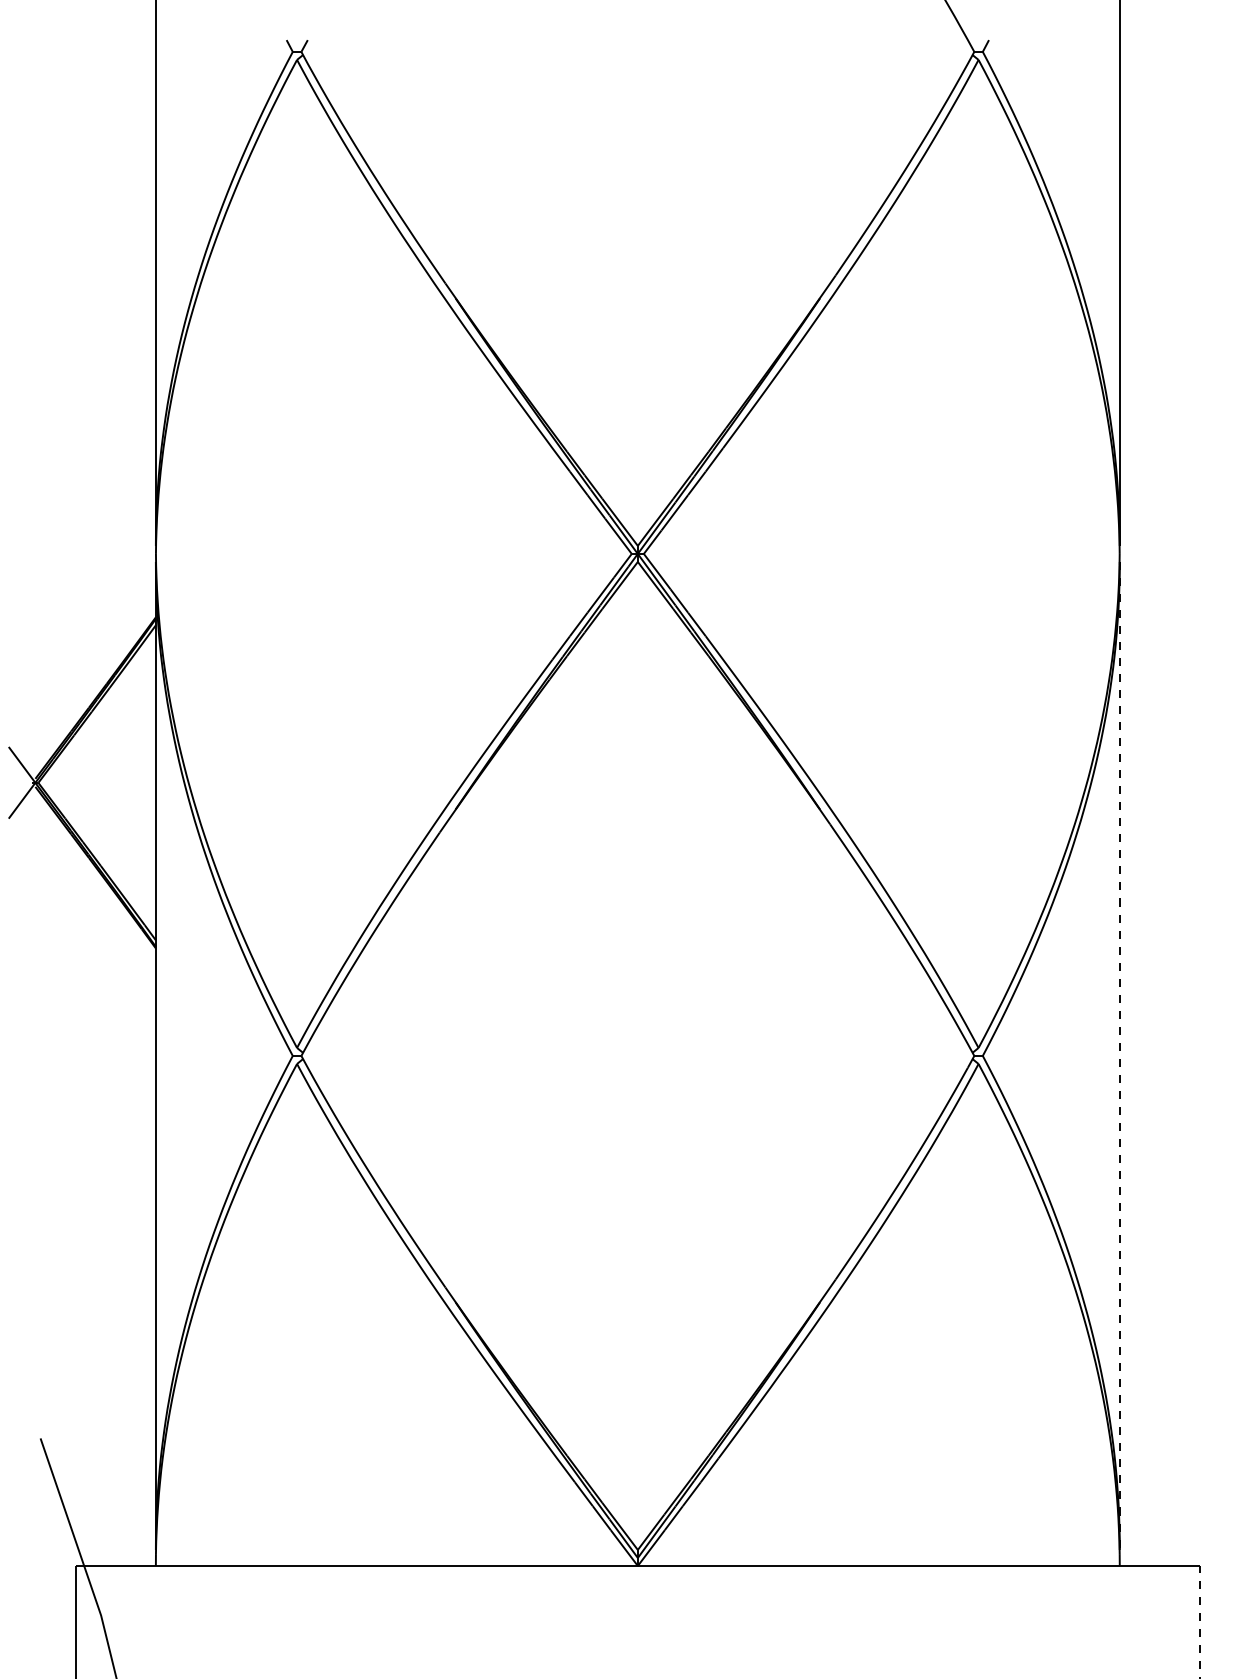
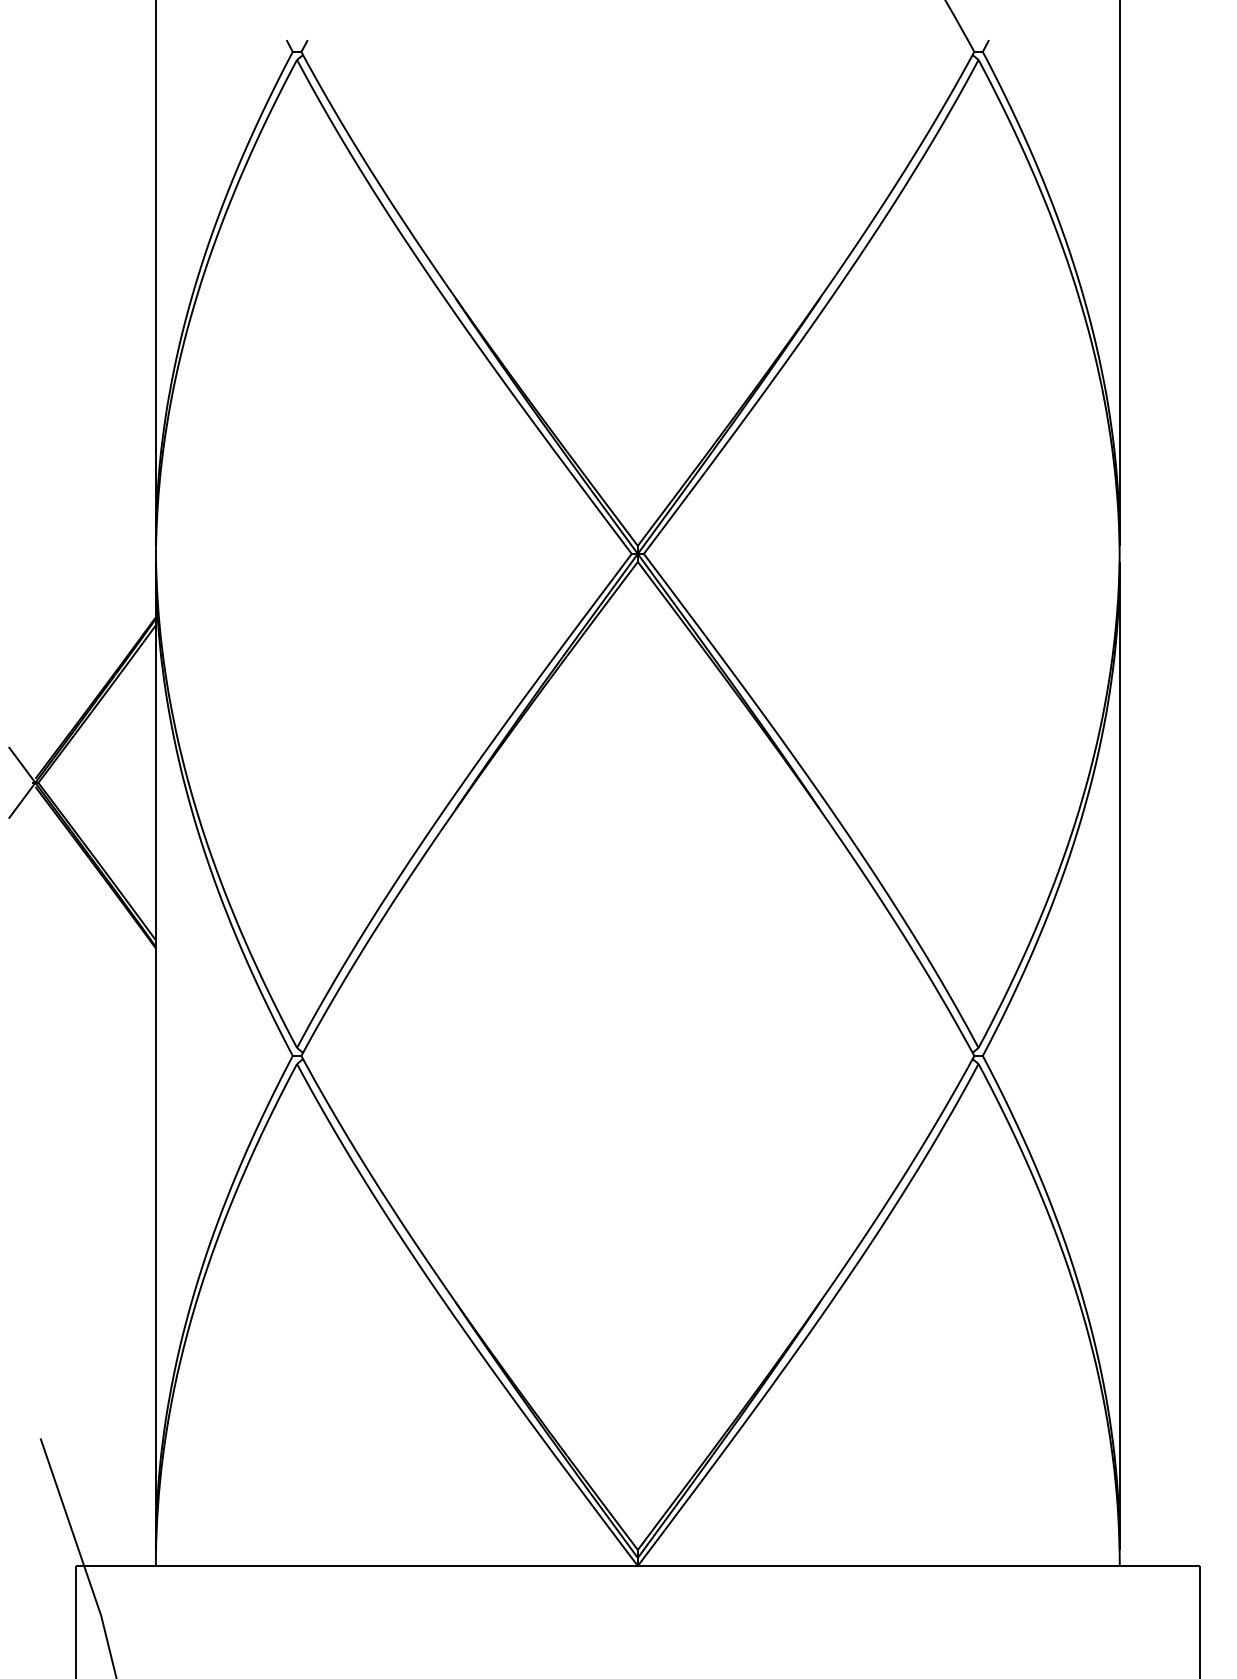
line at (1119, 1056): dashed -> solid
line at (1200, 1621): dashed -> solid
